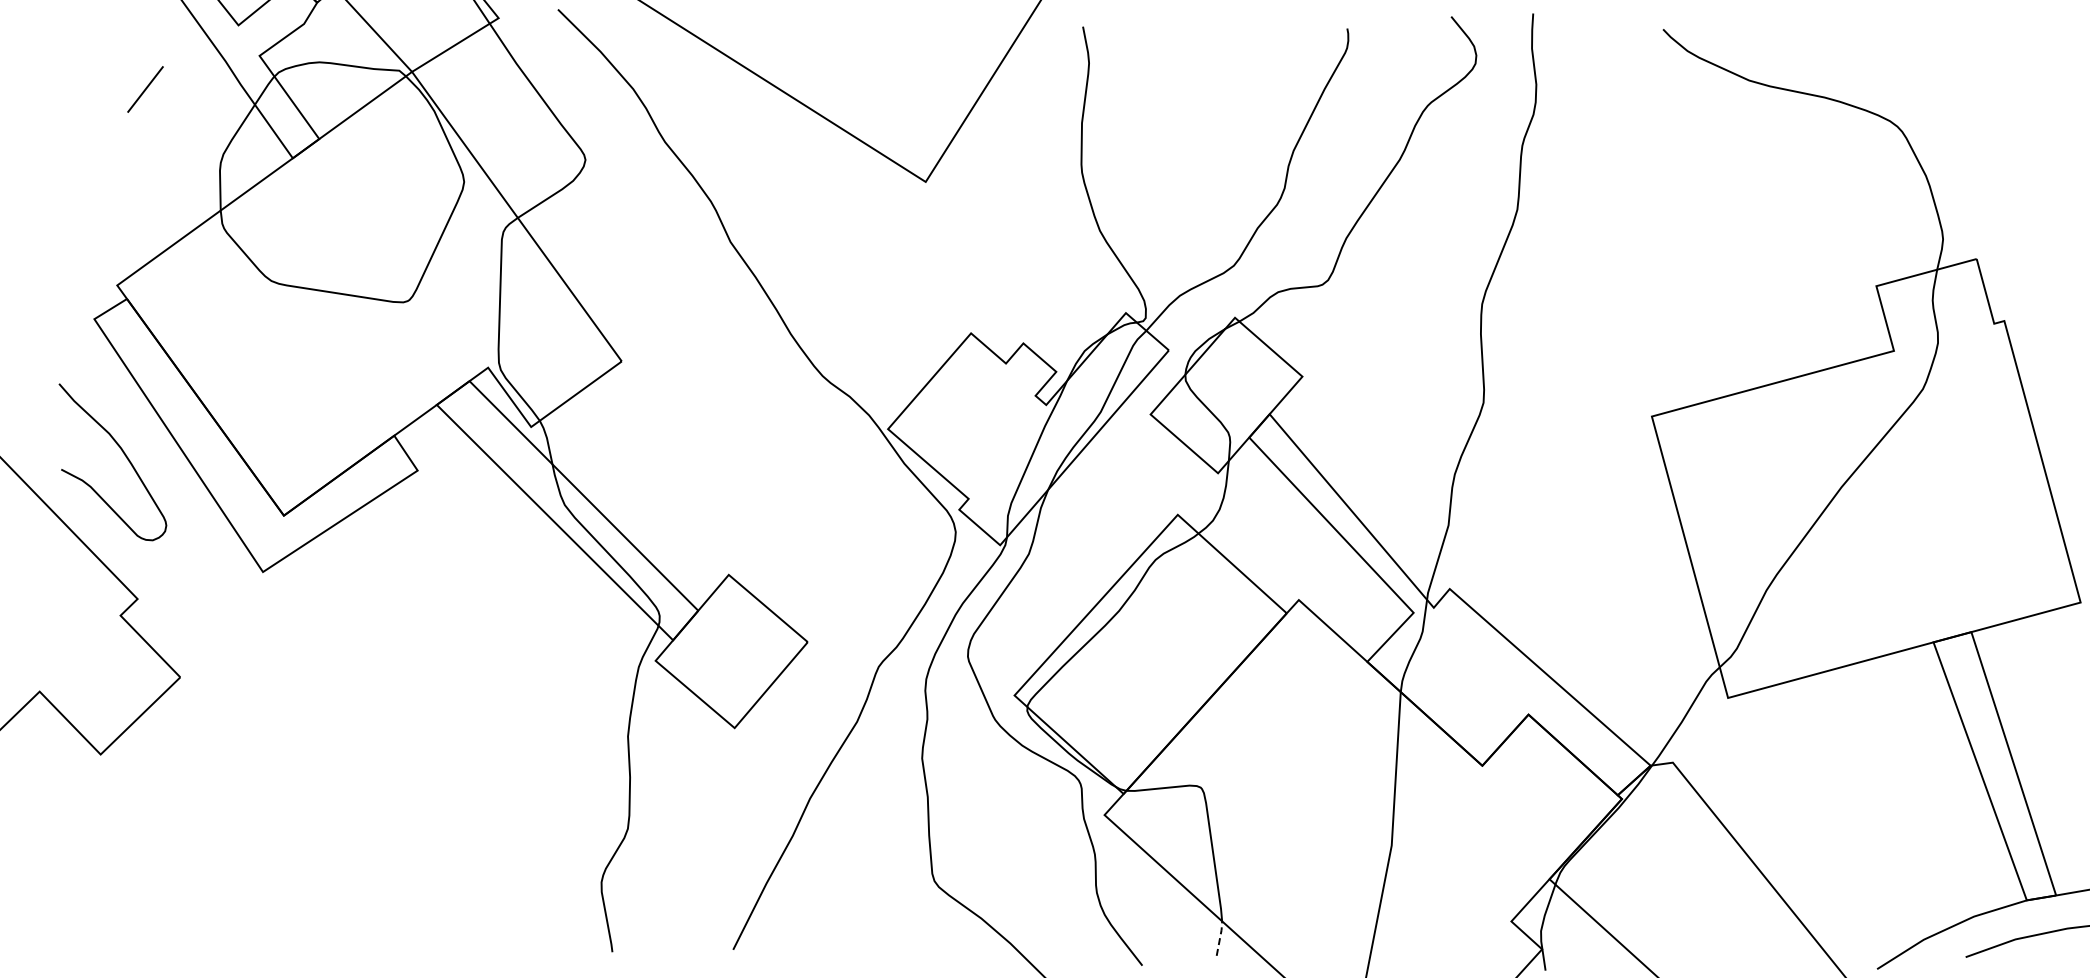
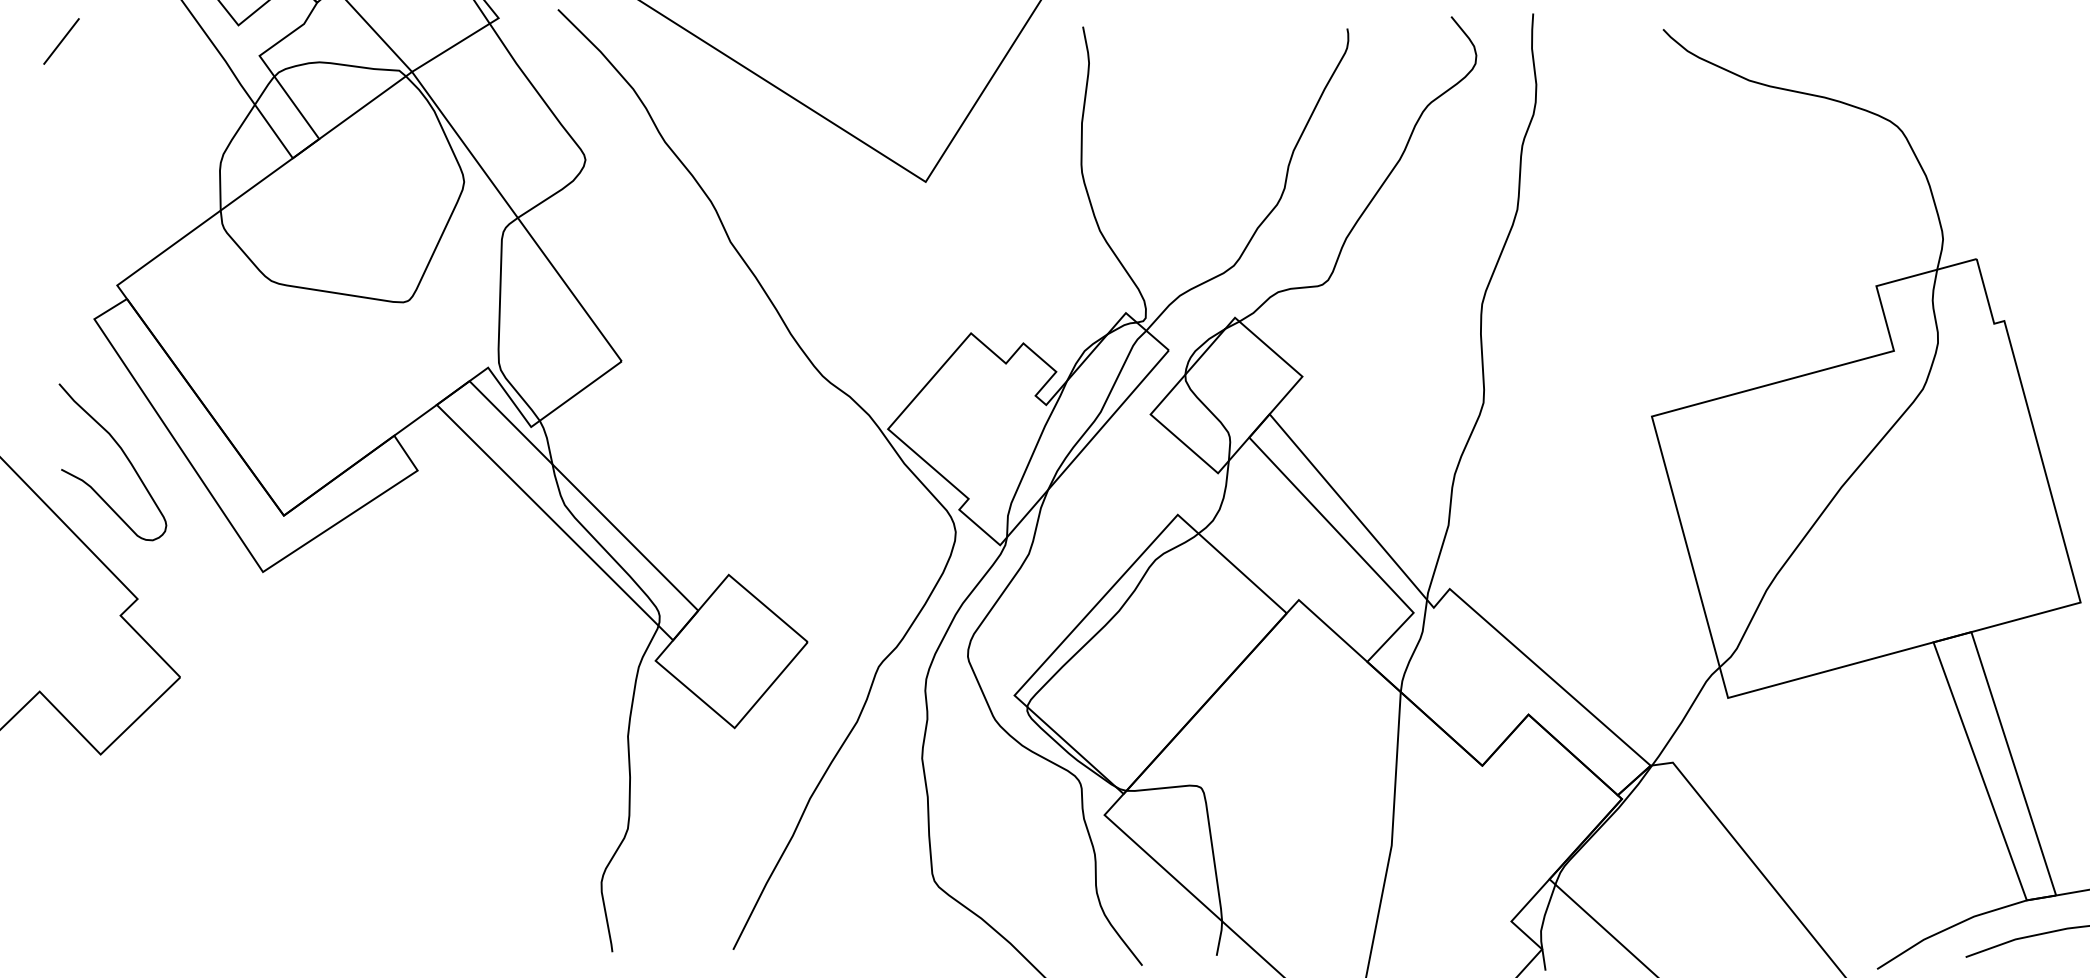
line at (145, 89) position: (145, 89) -> (61, 41)
line at (1220, 937): dashed -> solid
